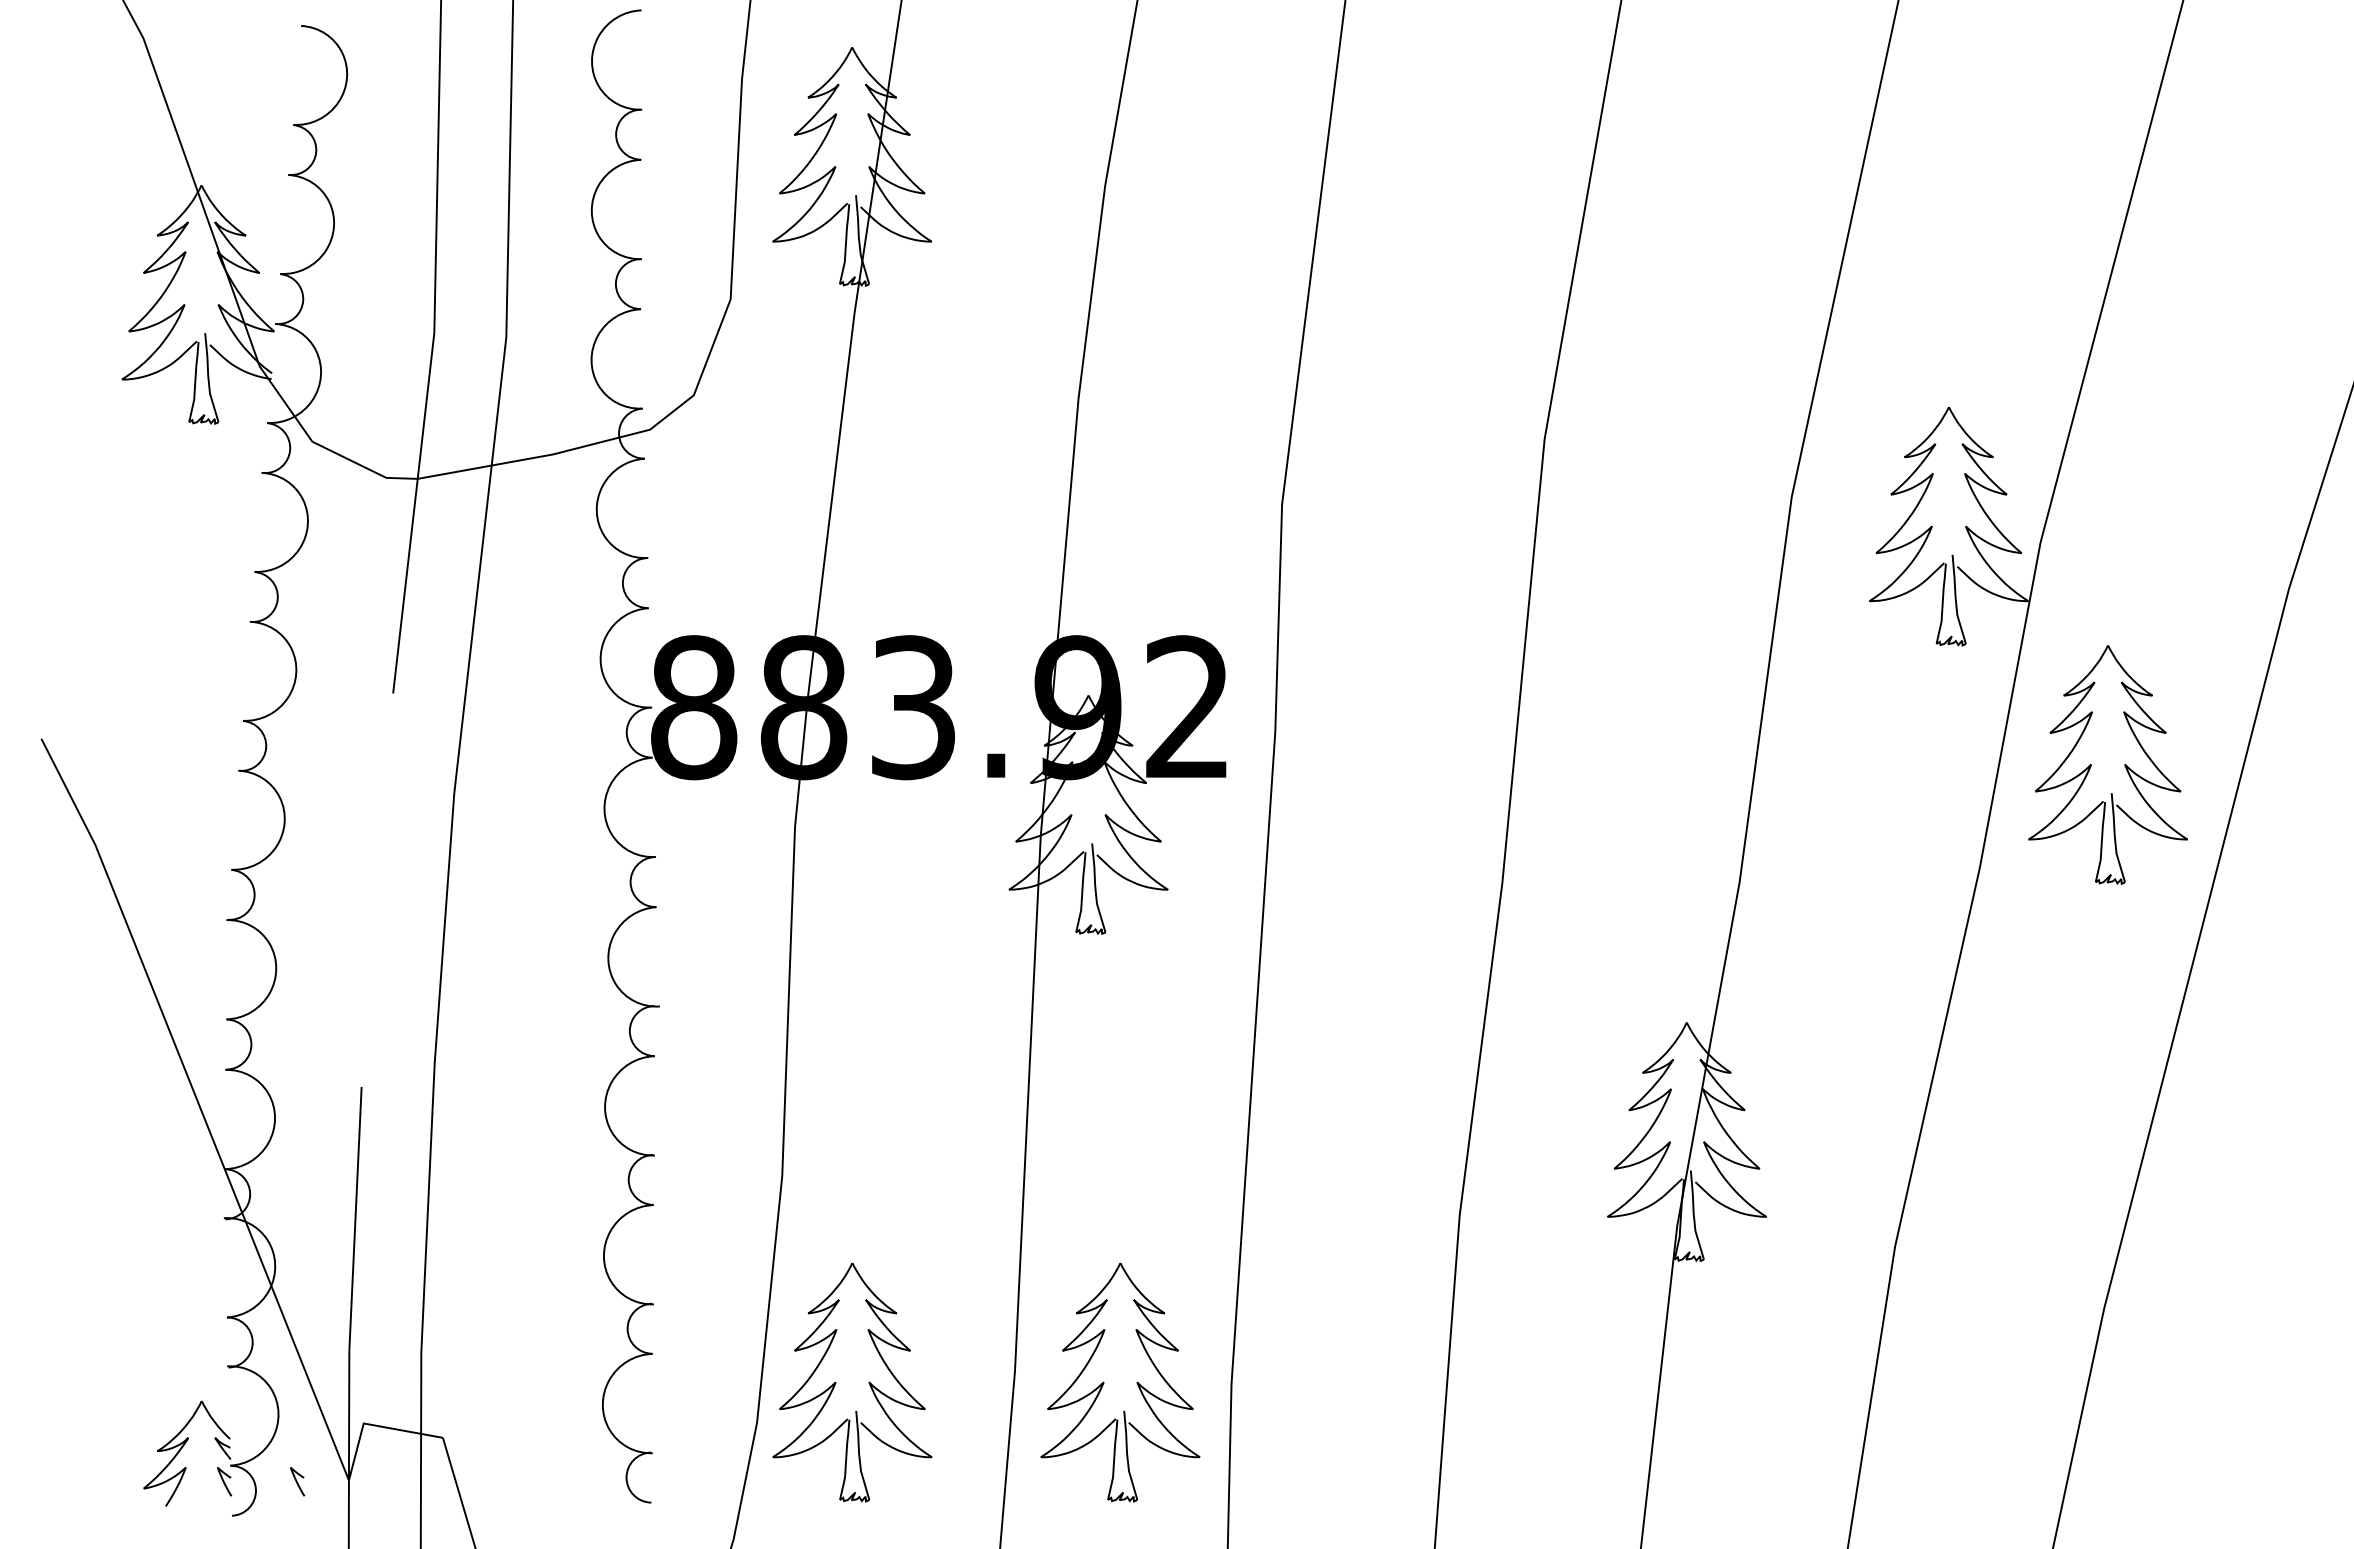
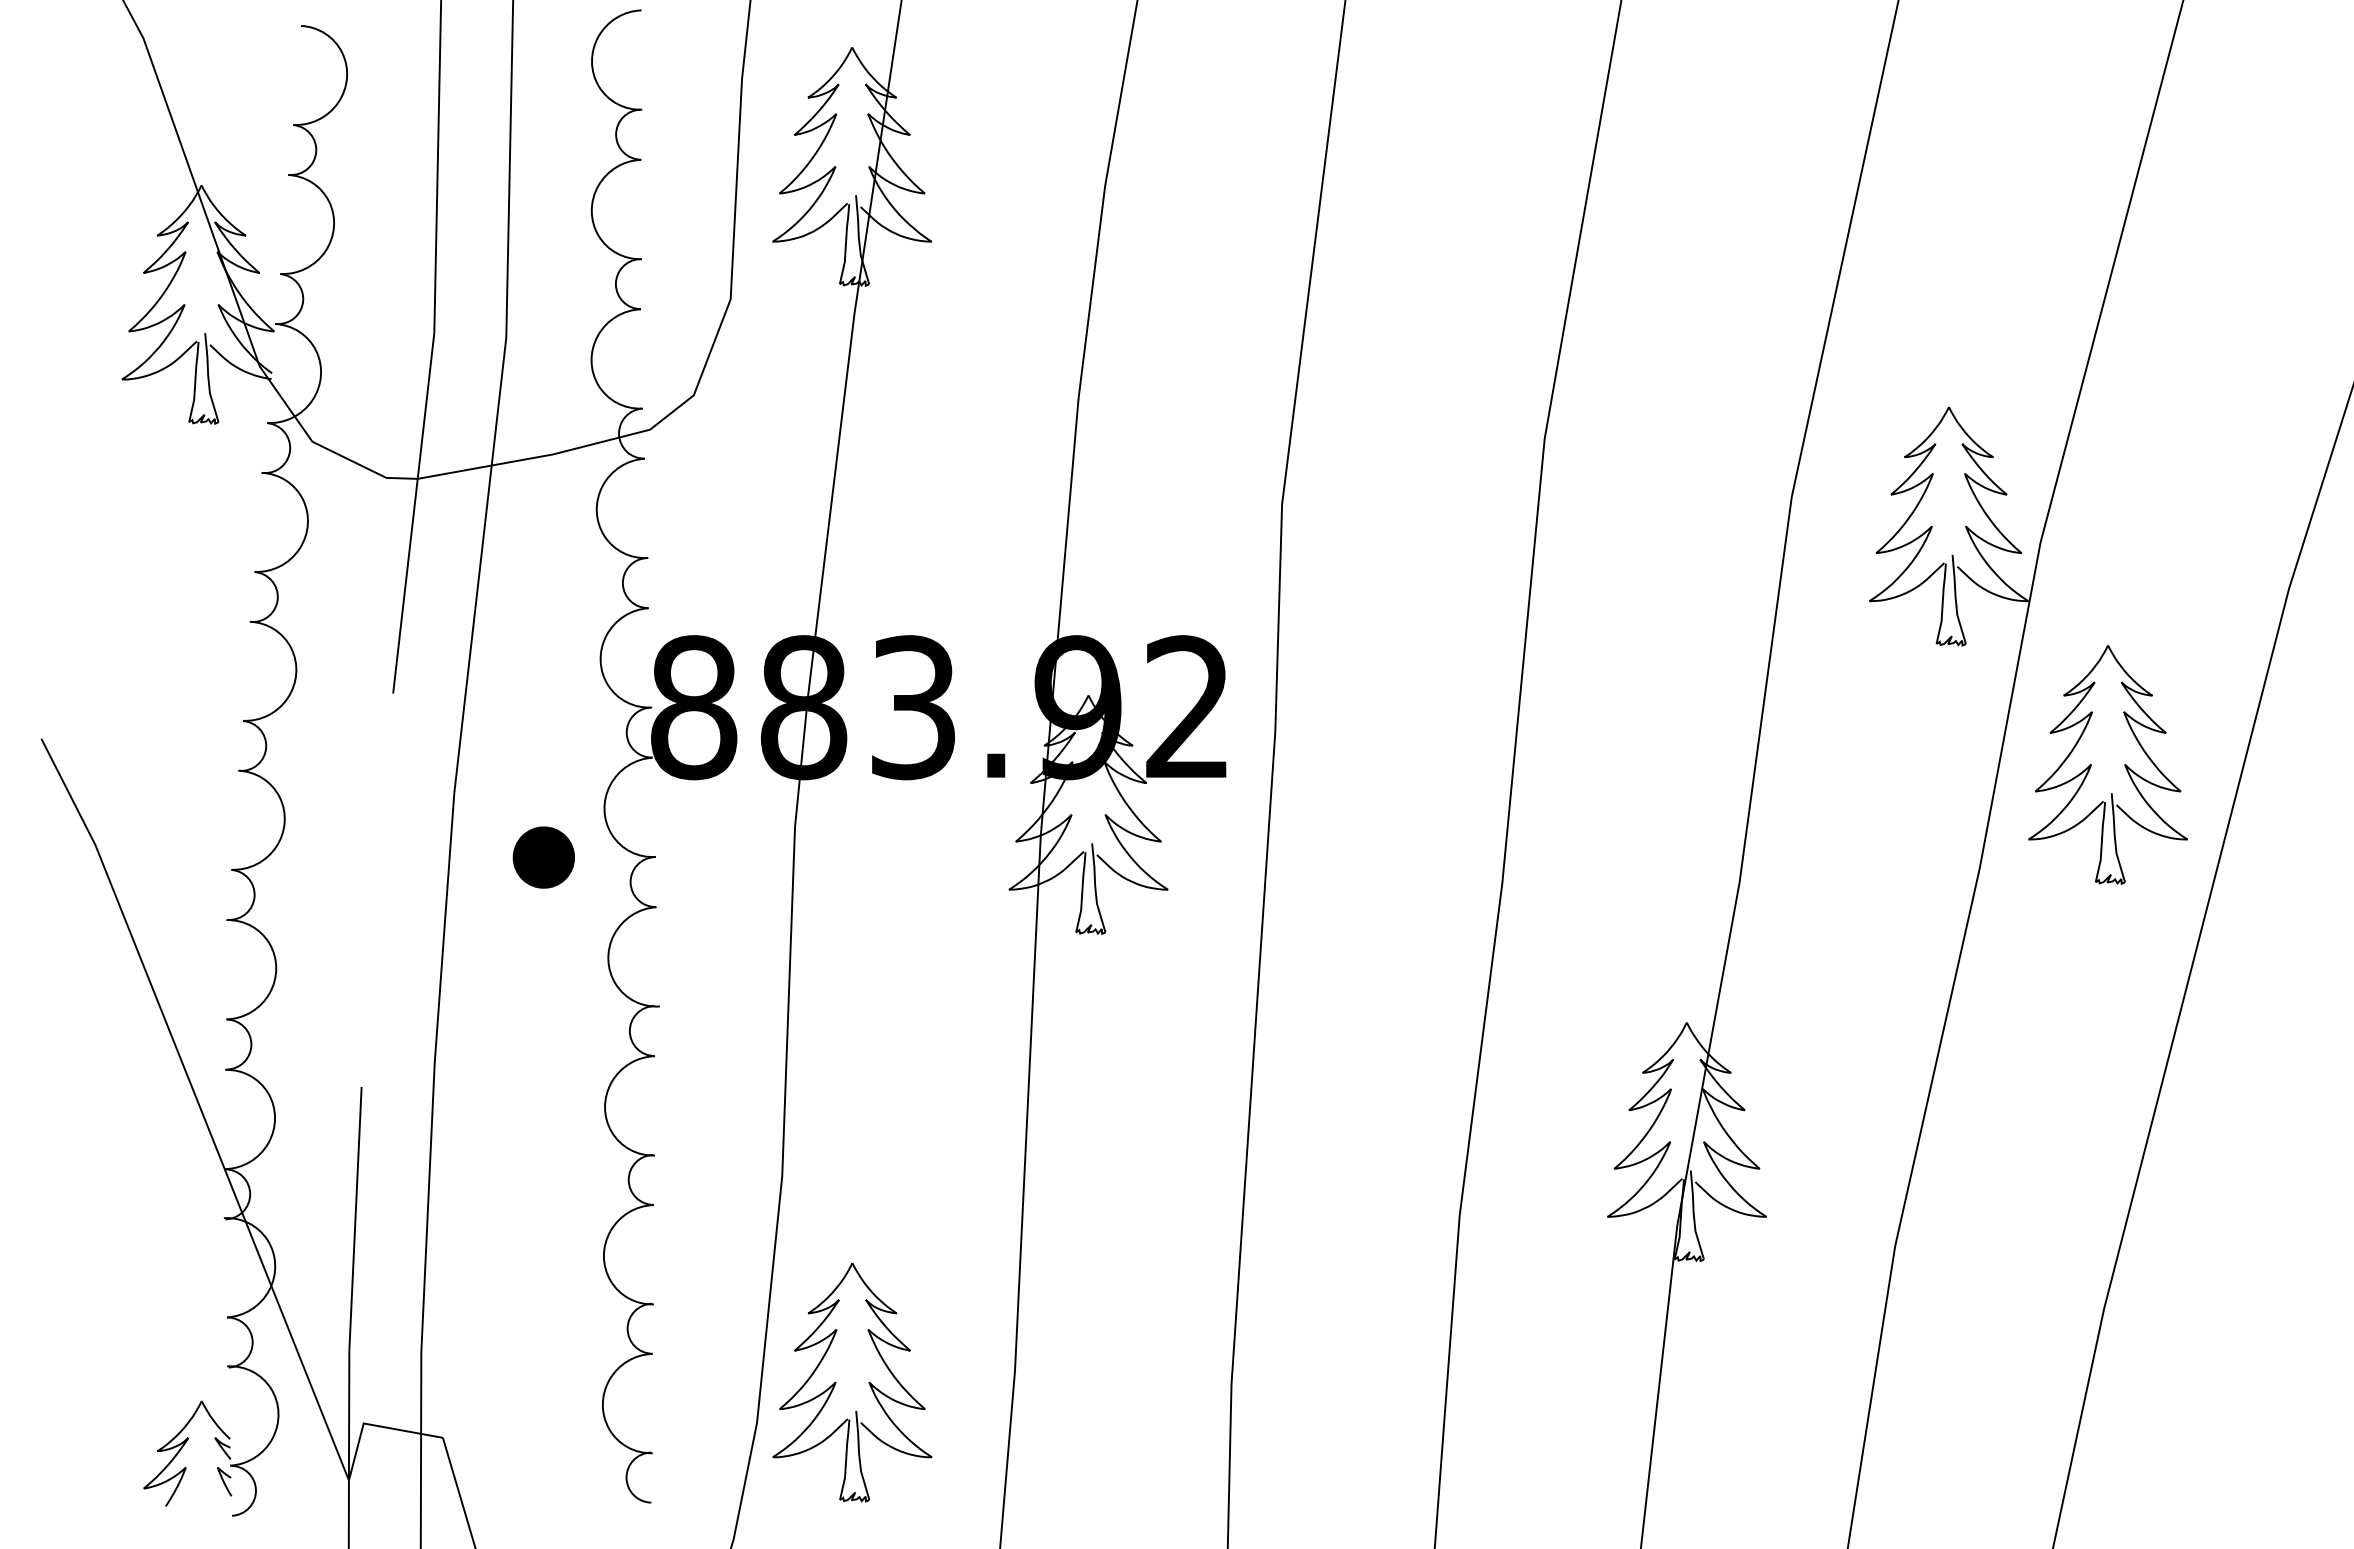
part at (543, 857): none -> present
part at (1104, 1382): present -> none
curve at (297, 1481): present -> none
